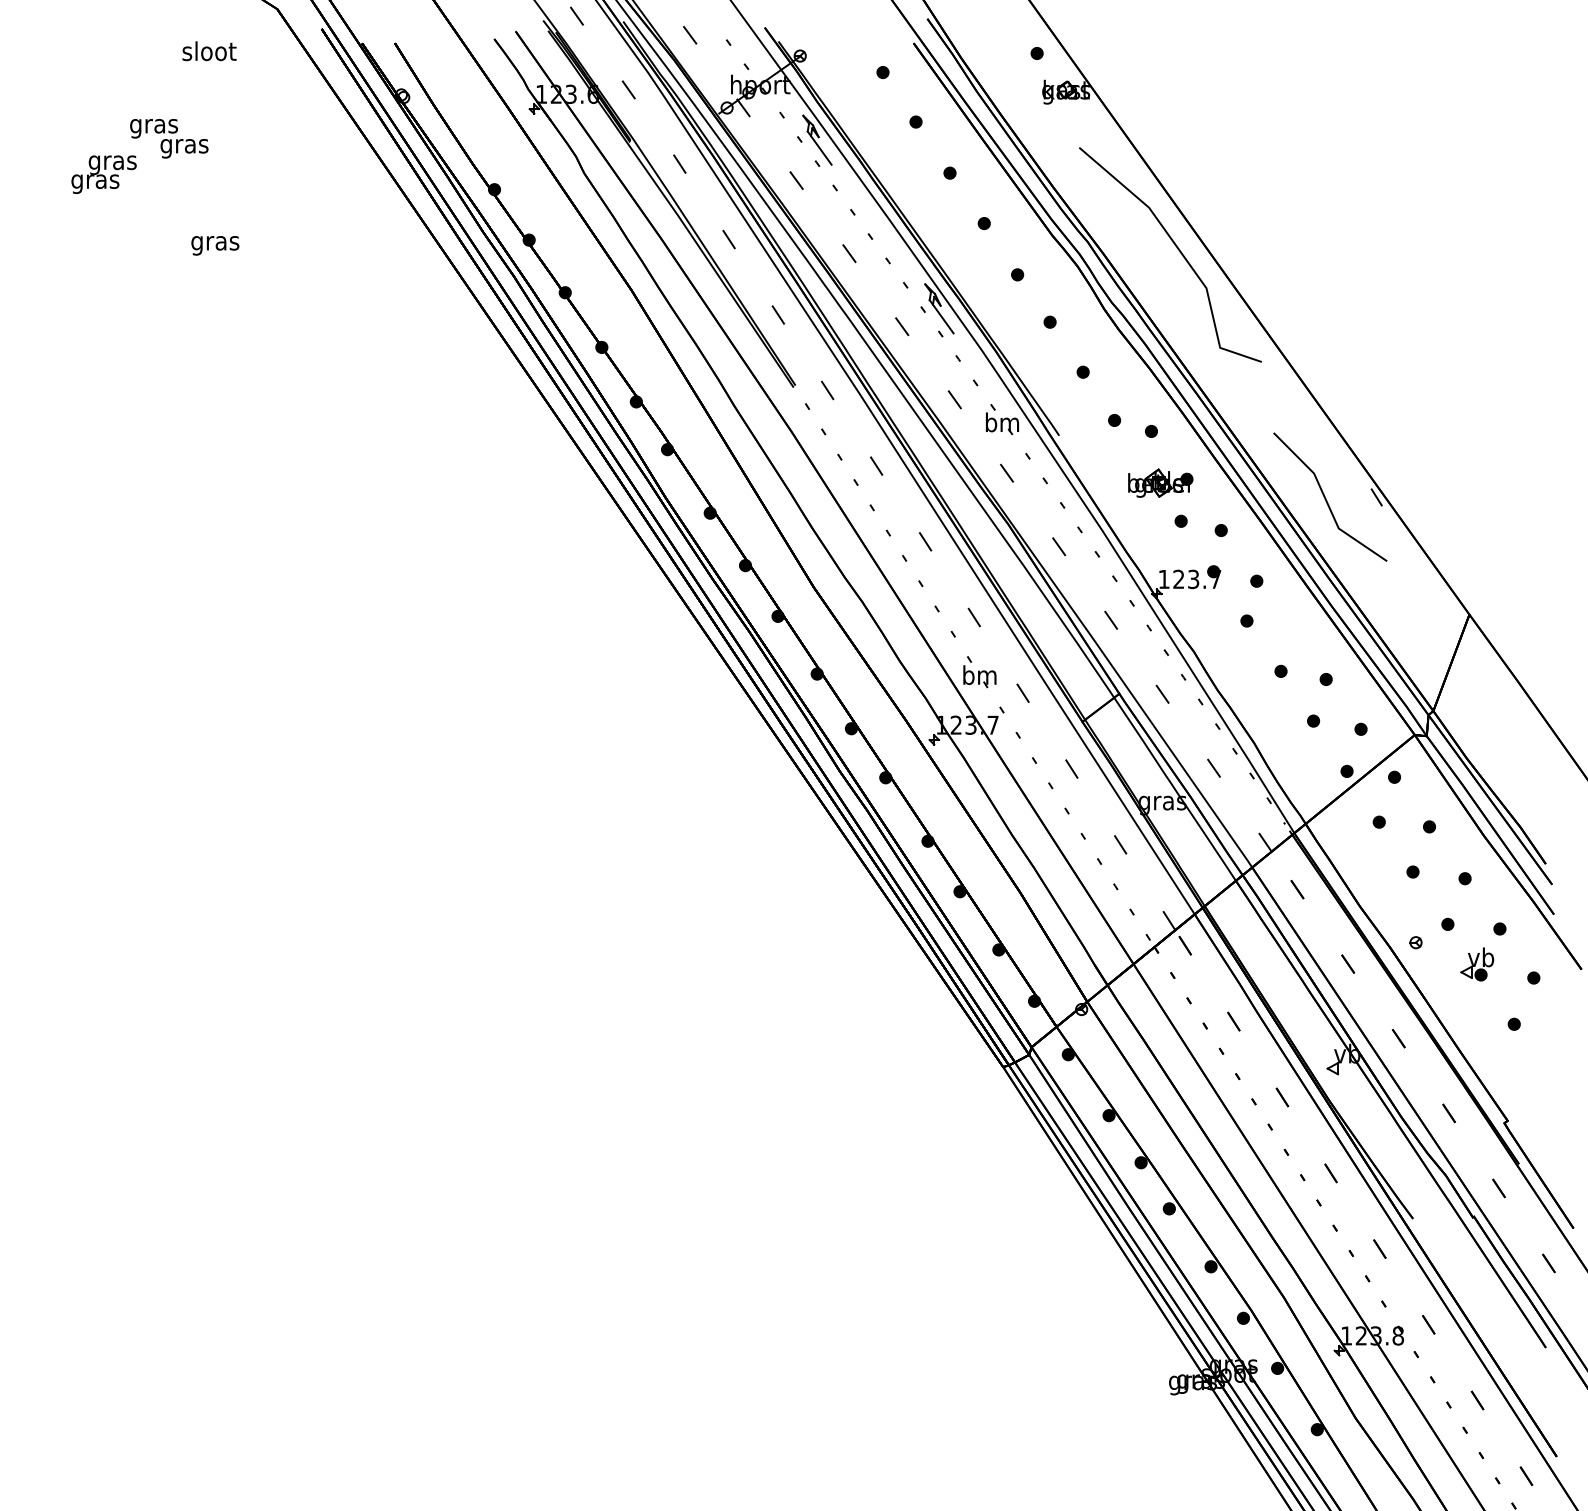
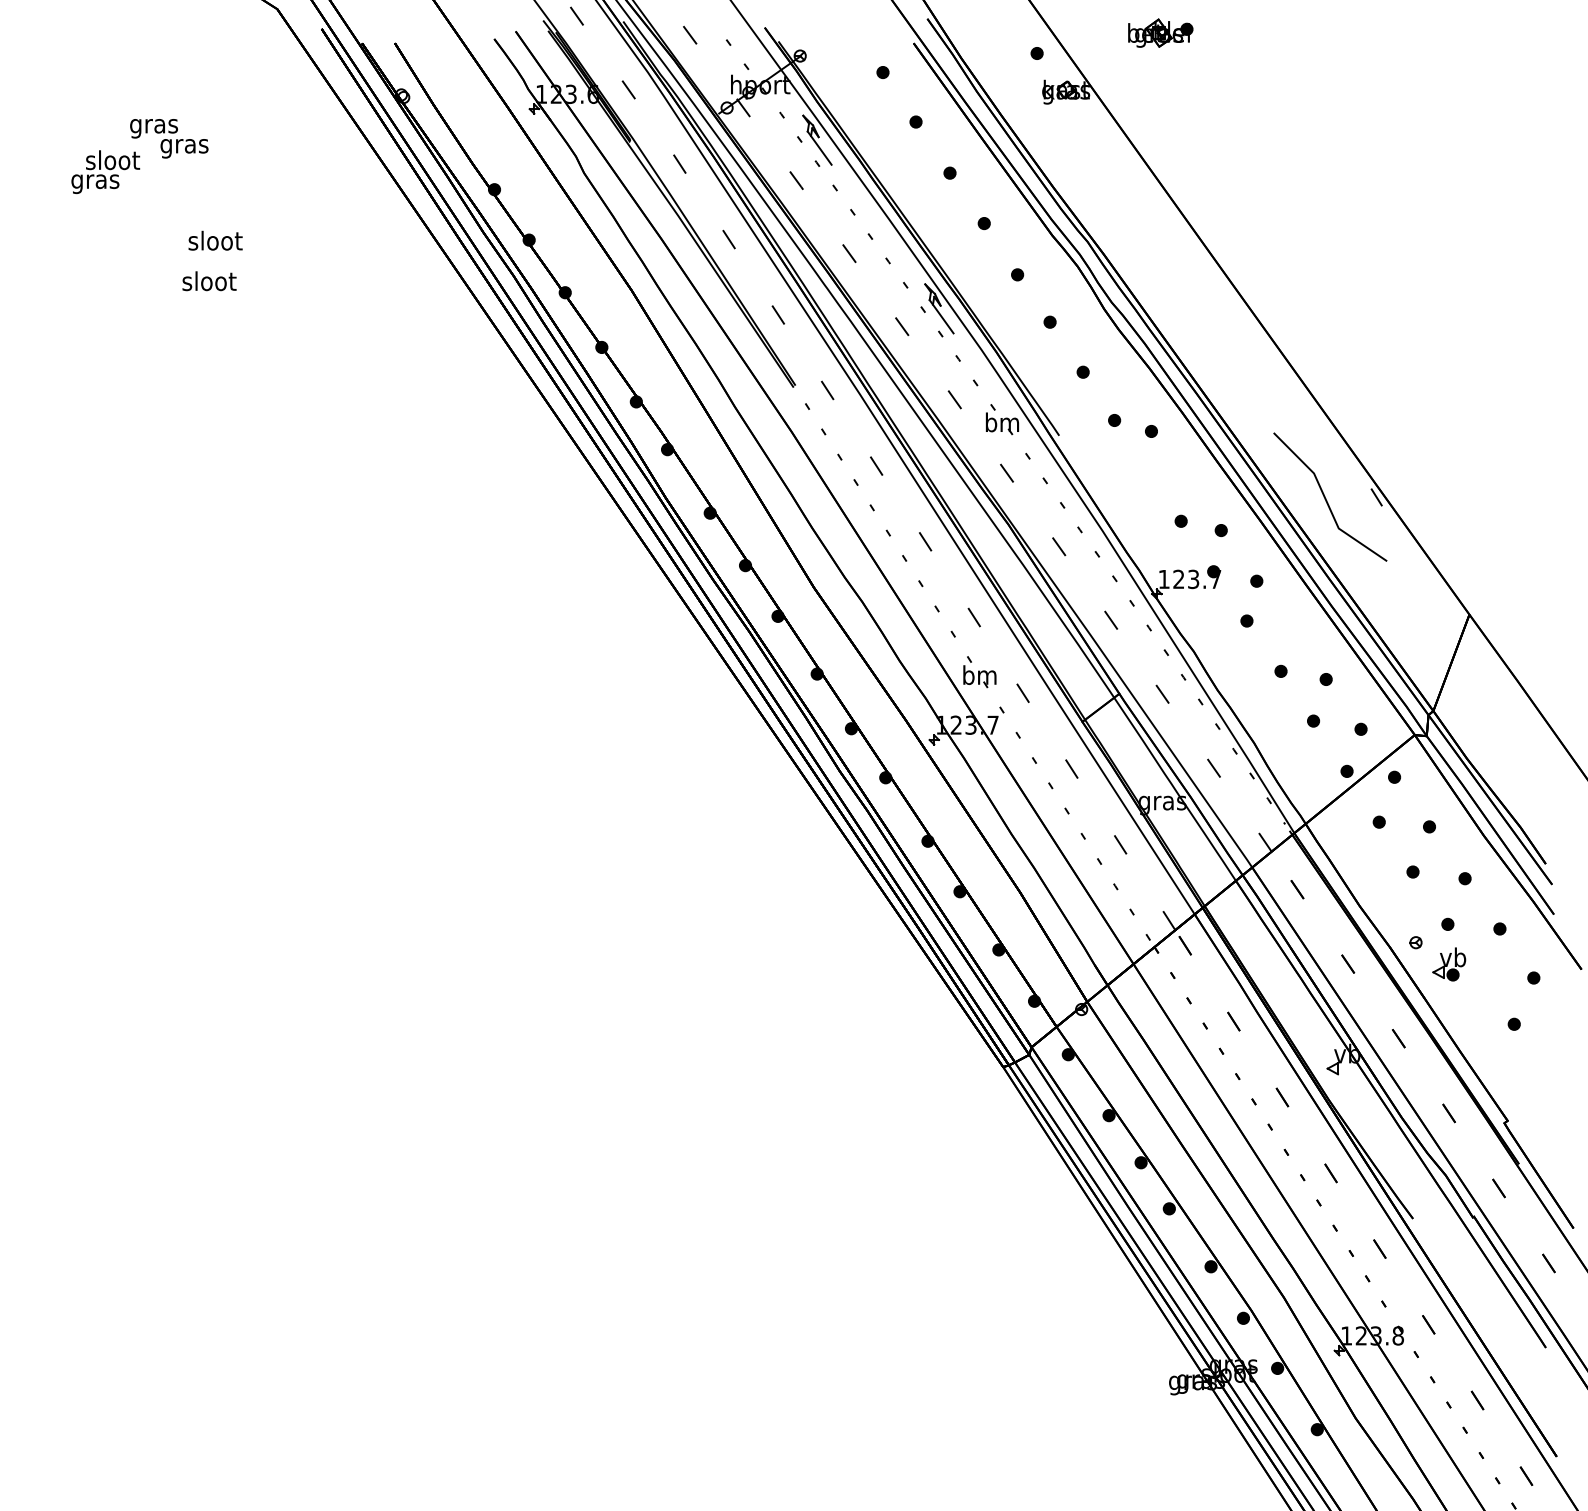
text at (209, 51) position: (209, 51) -> (209, 281)
text at (113, 162): gras -> sloot
text at (215, 242): gras -> sloot
line at (1177, 249): present -> none
part at (1160, 482) position: (1160, 482) -> (1160, 32)
part at (1477, 964) position: (1477, 964) -> (1449, 964)
